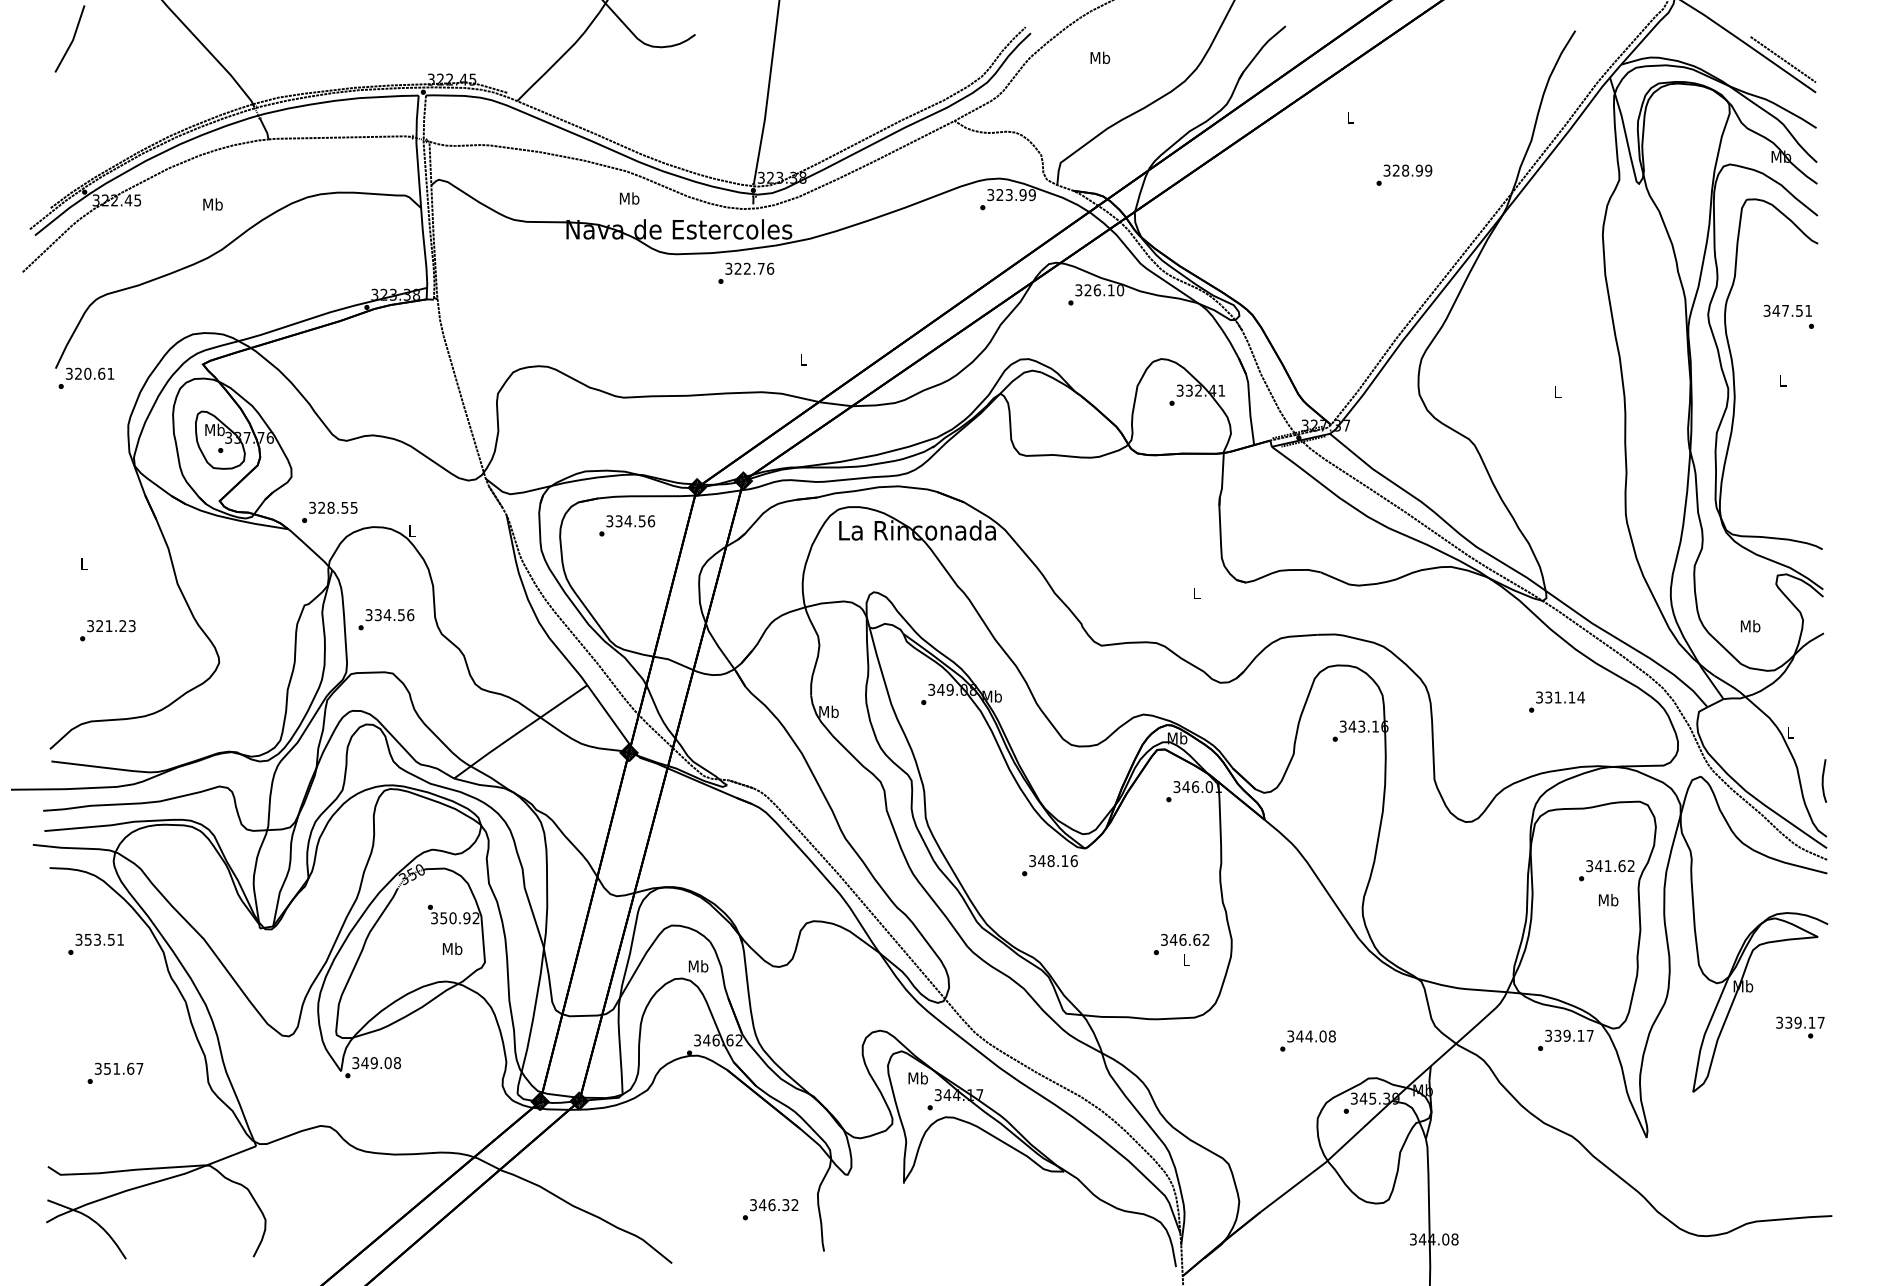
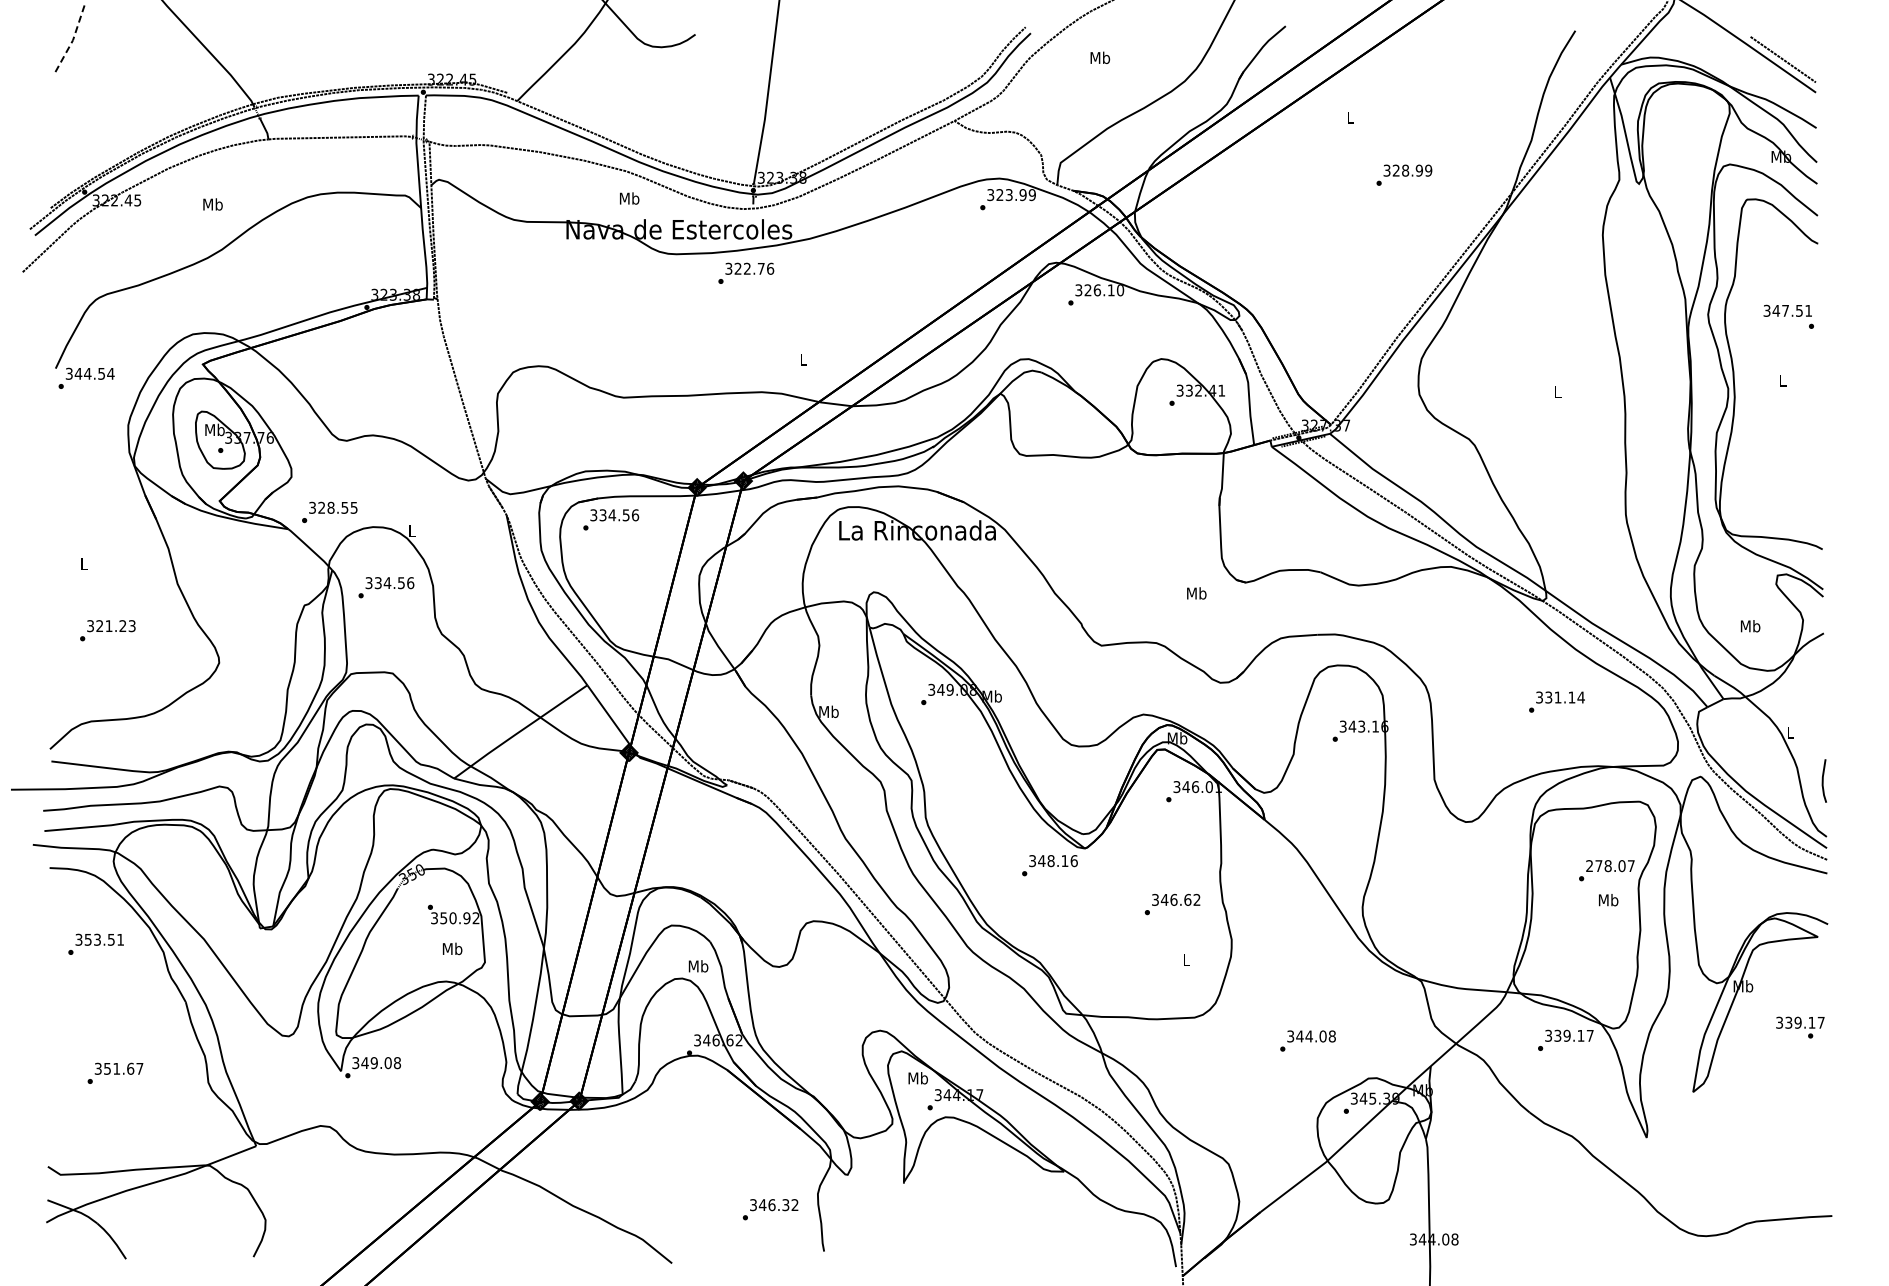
line at (72, 40): solid -> dashed
text at (94, 373): 320.61 -> 344.54
text at (627, 525) position: (627, 525) -> (611, 519)
text at (1196, 593): L -> Mb
text at (386, 619) position: (386, 619) -> (386, 587)
text at (1610, 866): 341.62 -> 278.07
text at (1181, 944) position: (1181, 944) -> (1172, 904)
